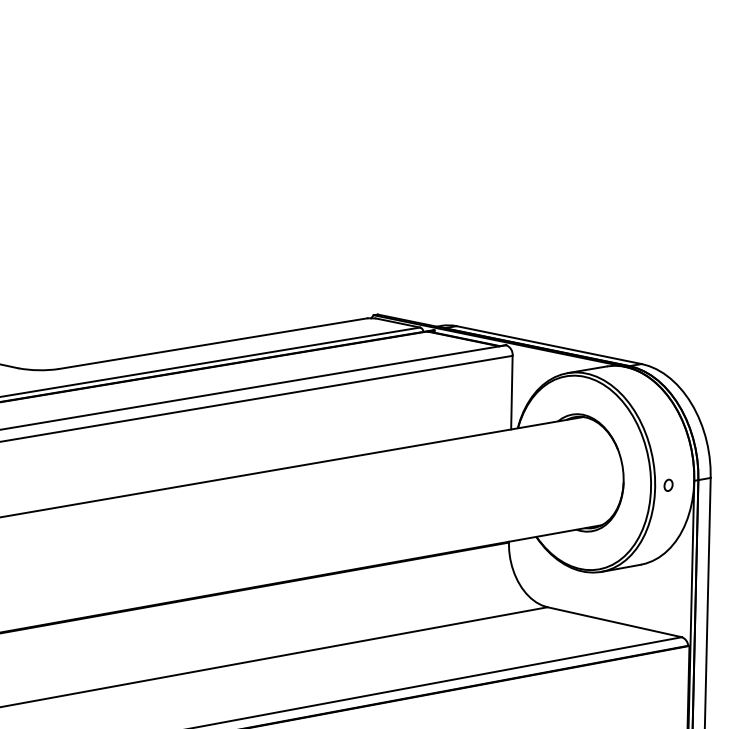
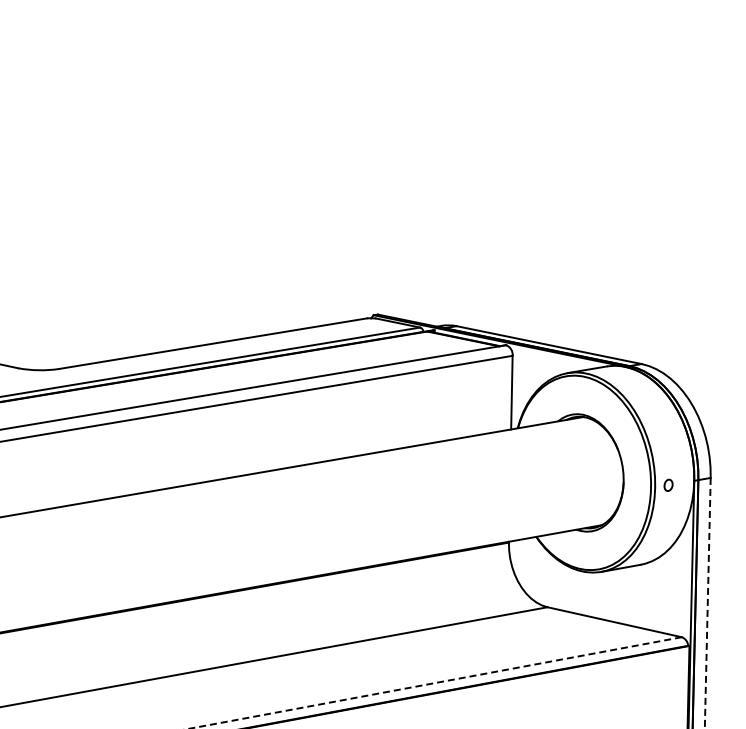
line at (707, 603): solid -> dashed
line at (435, 683): solid -> dashed
